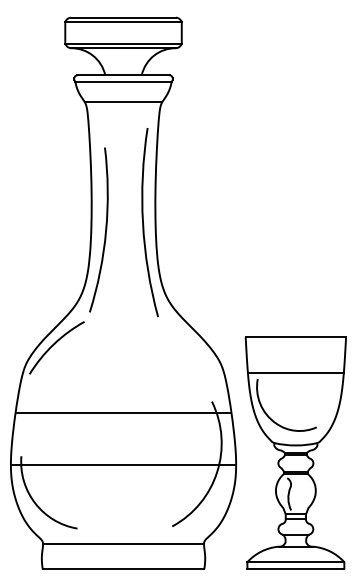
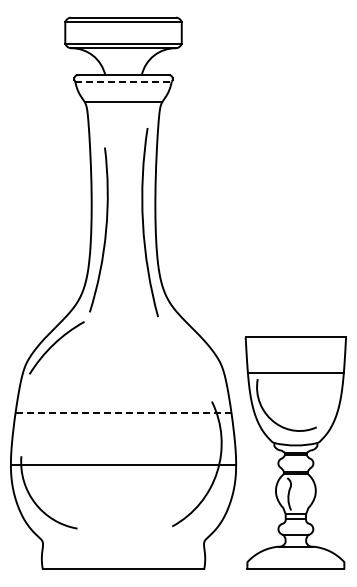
line at (124, 81): solid -> dashed
line at (123, 412): solid -> dashed
line at (123, 543): present -> none
line at (295, 562): present -> none
